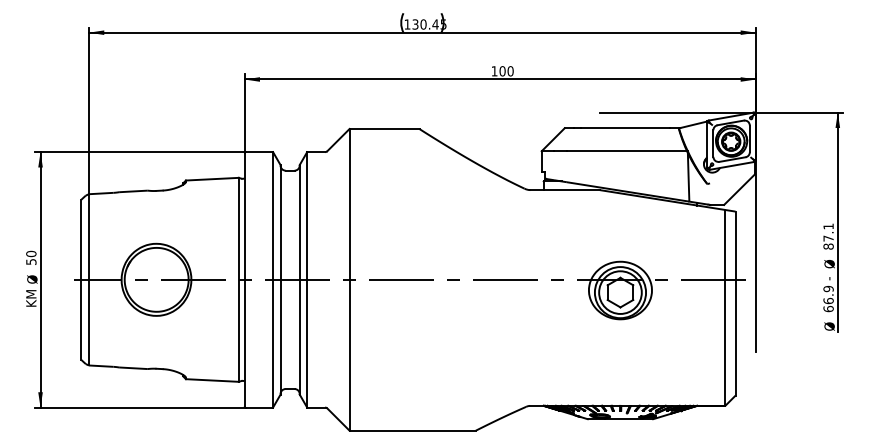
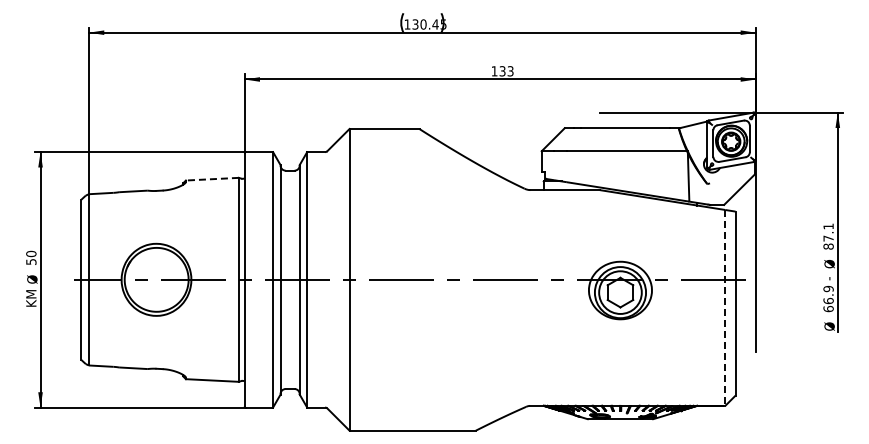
text at (506, 71): 100 -> 133
line at (212, 179): solid -> dashed
line at (725, 307): solid -> dashed
